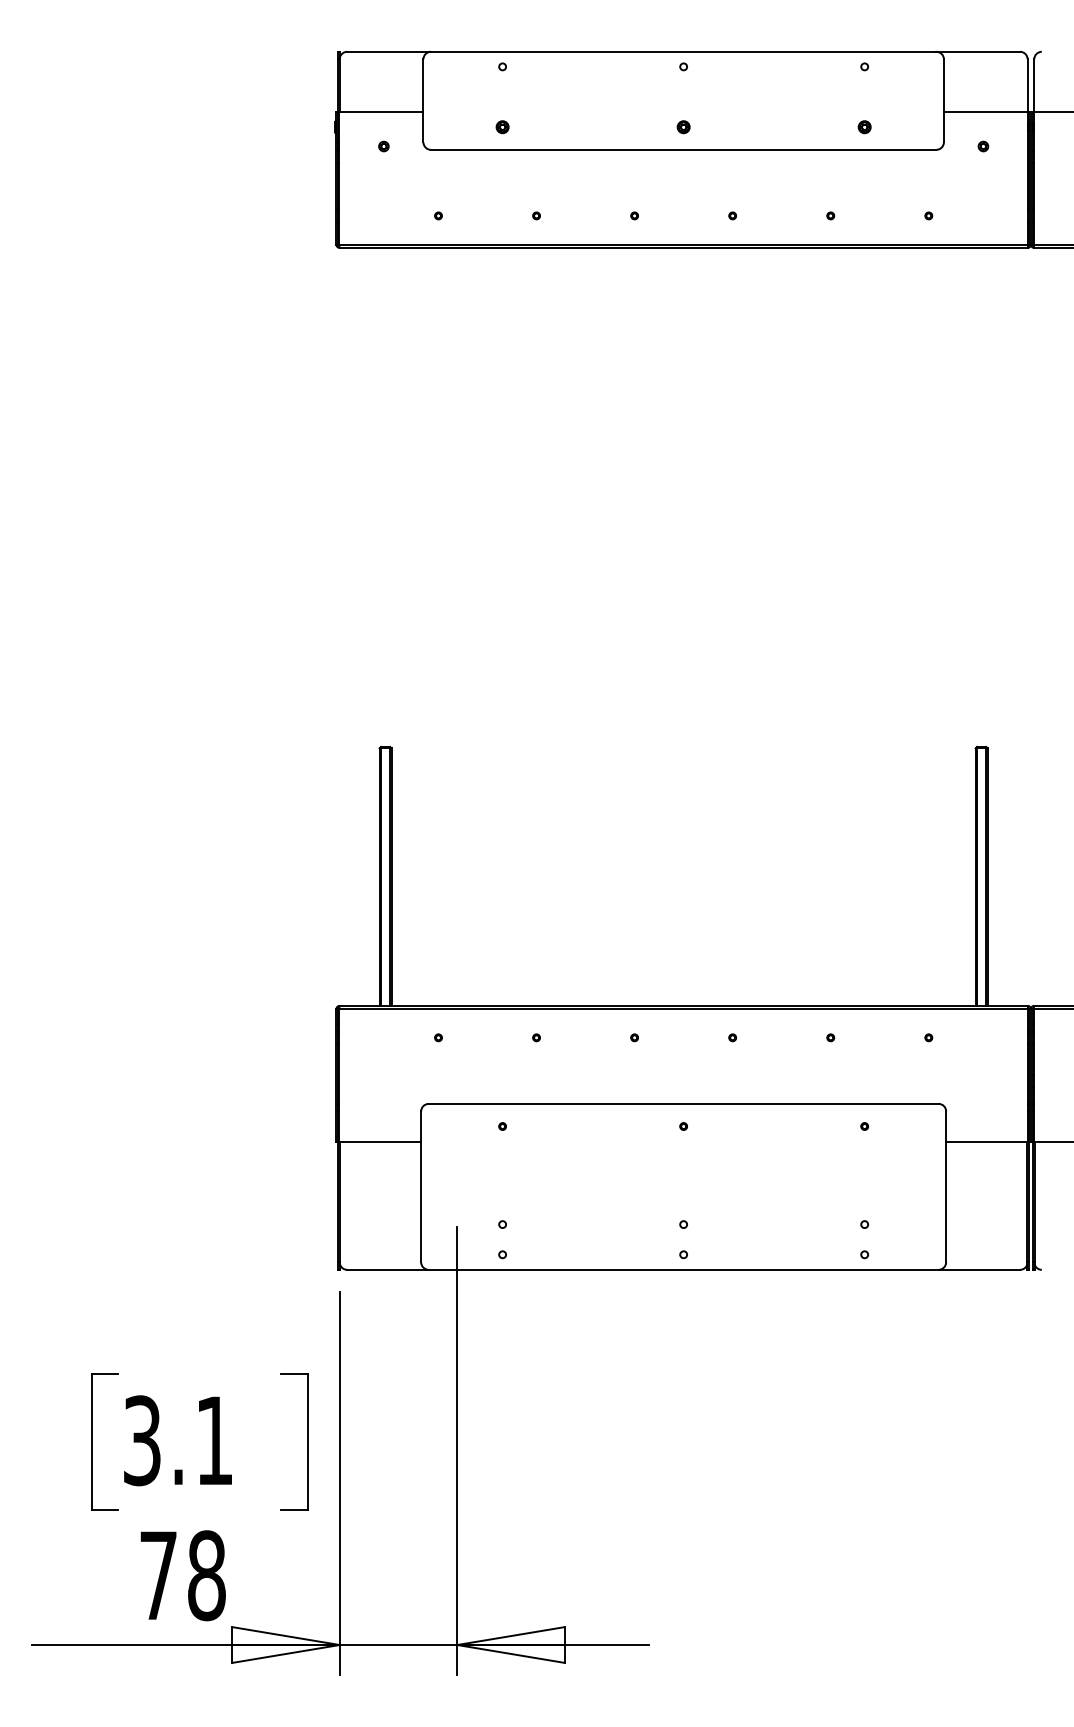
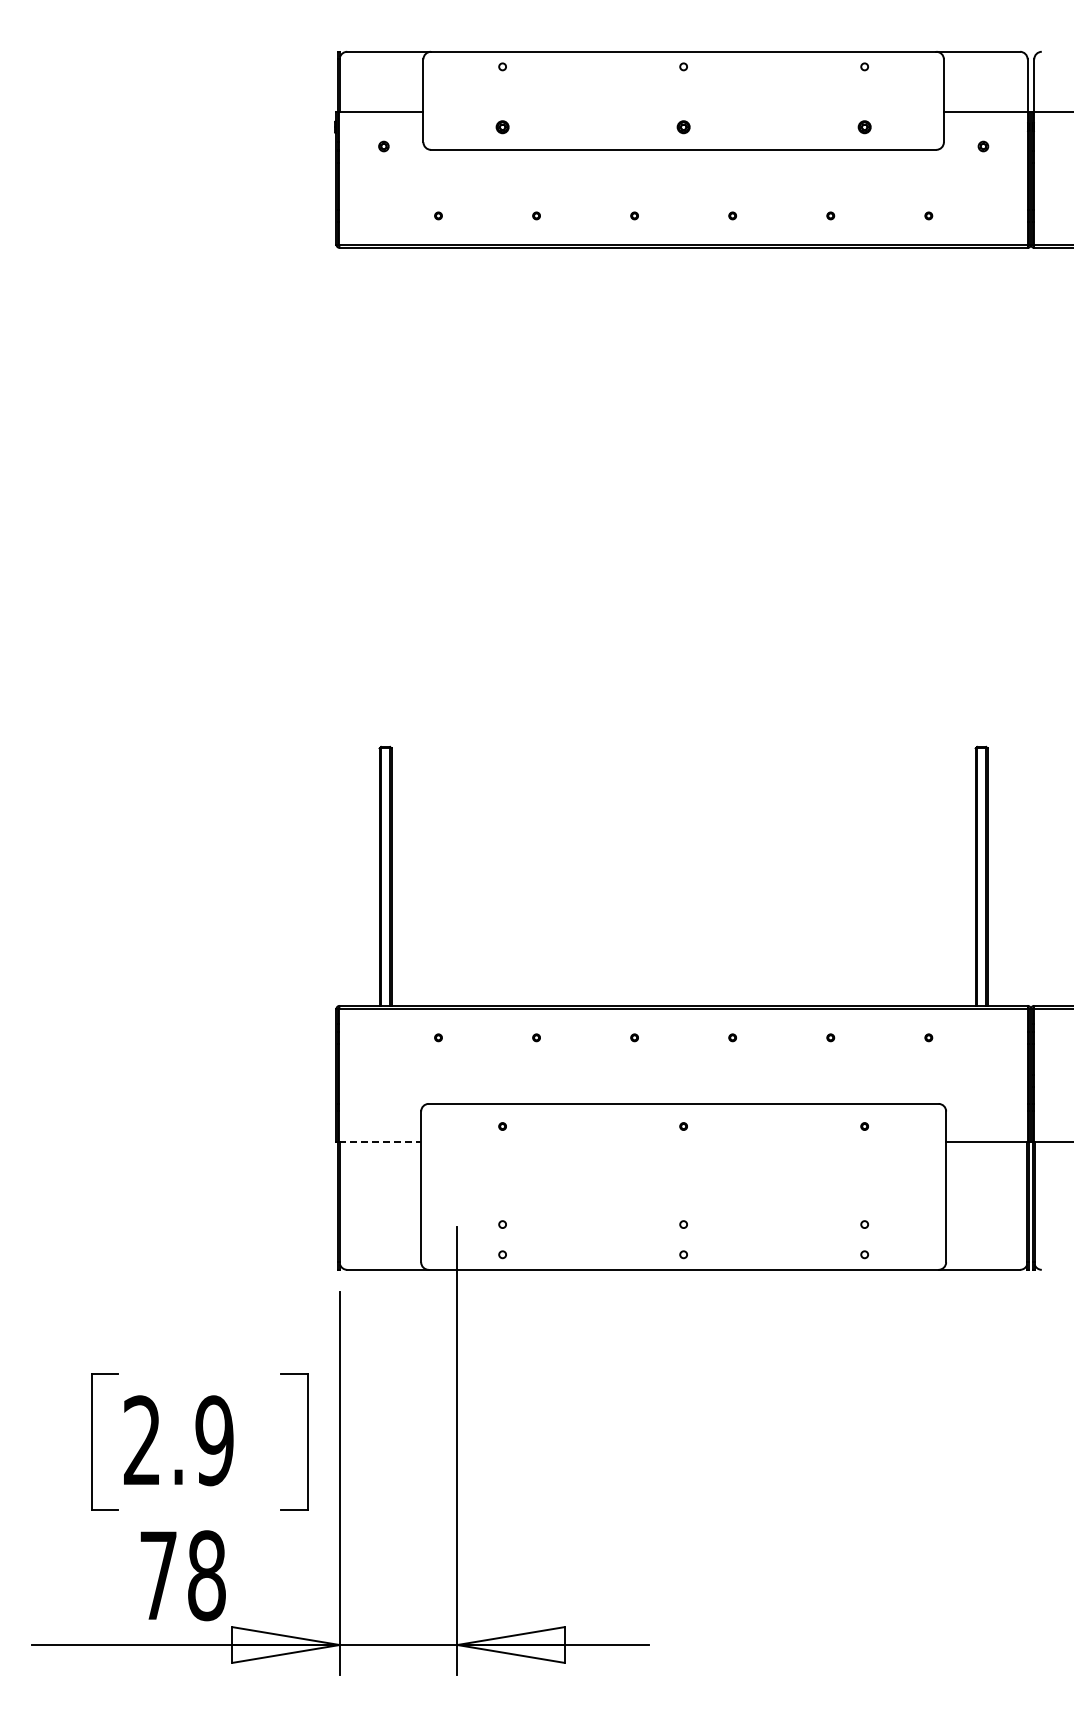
line at (380, 1141): solid -> dashed
text at (178, 1440): 3.1 -> 2.9
